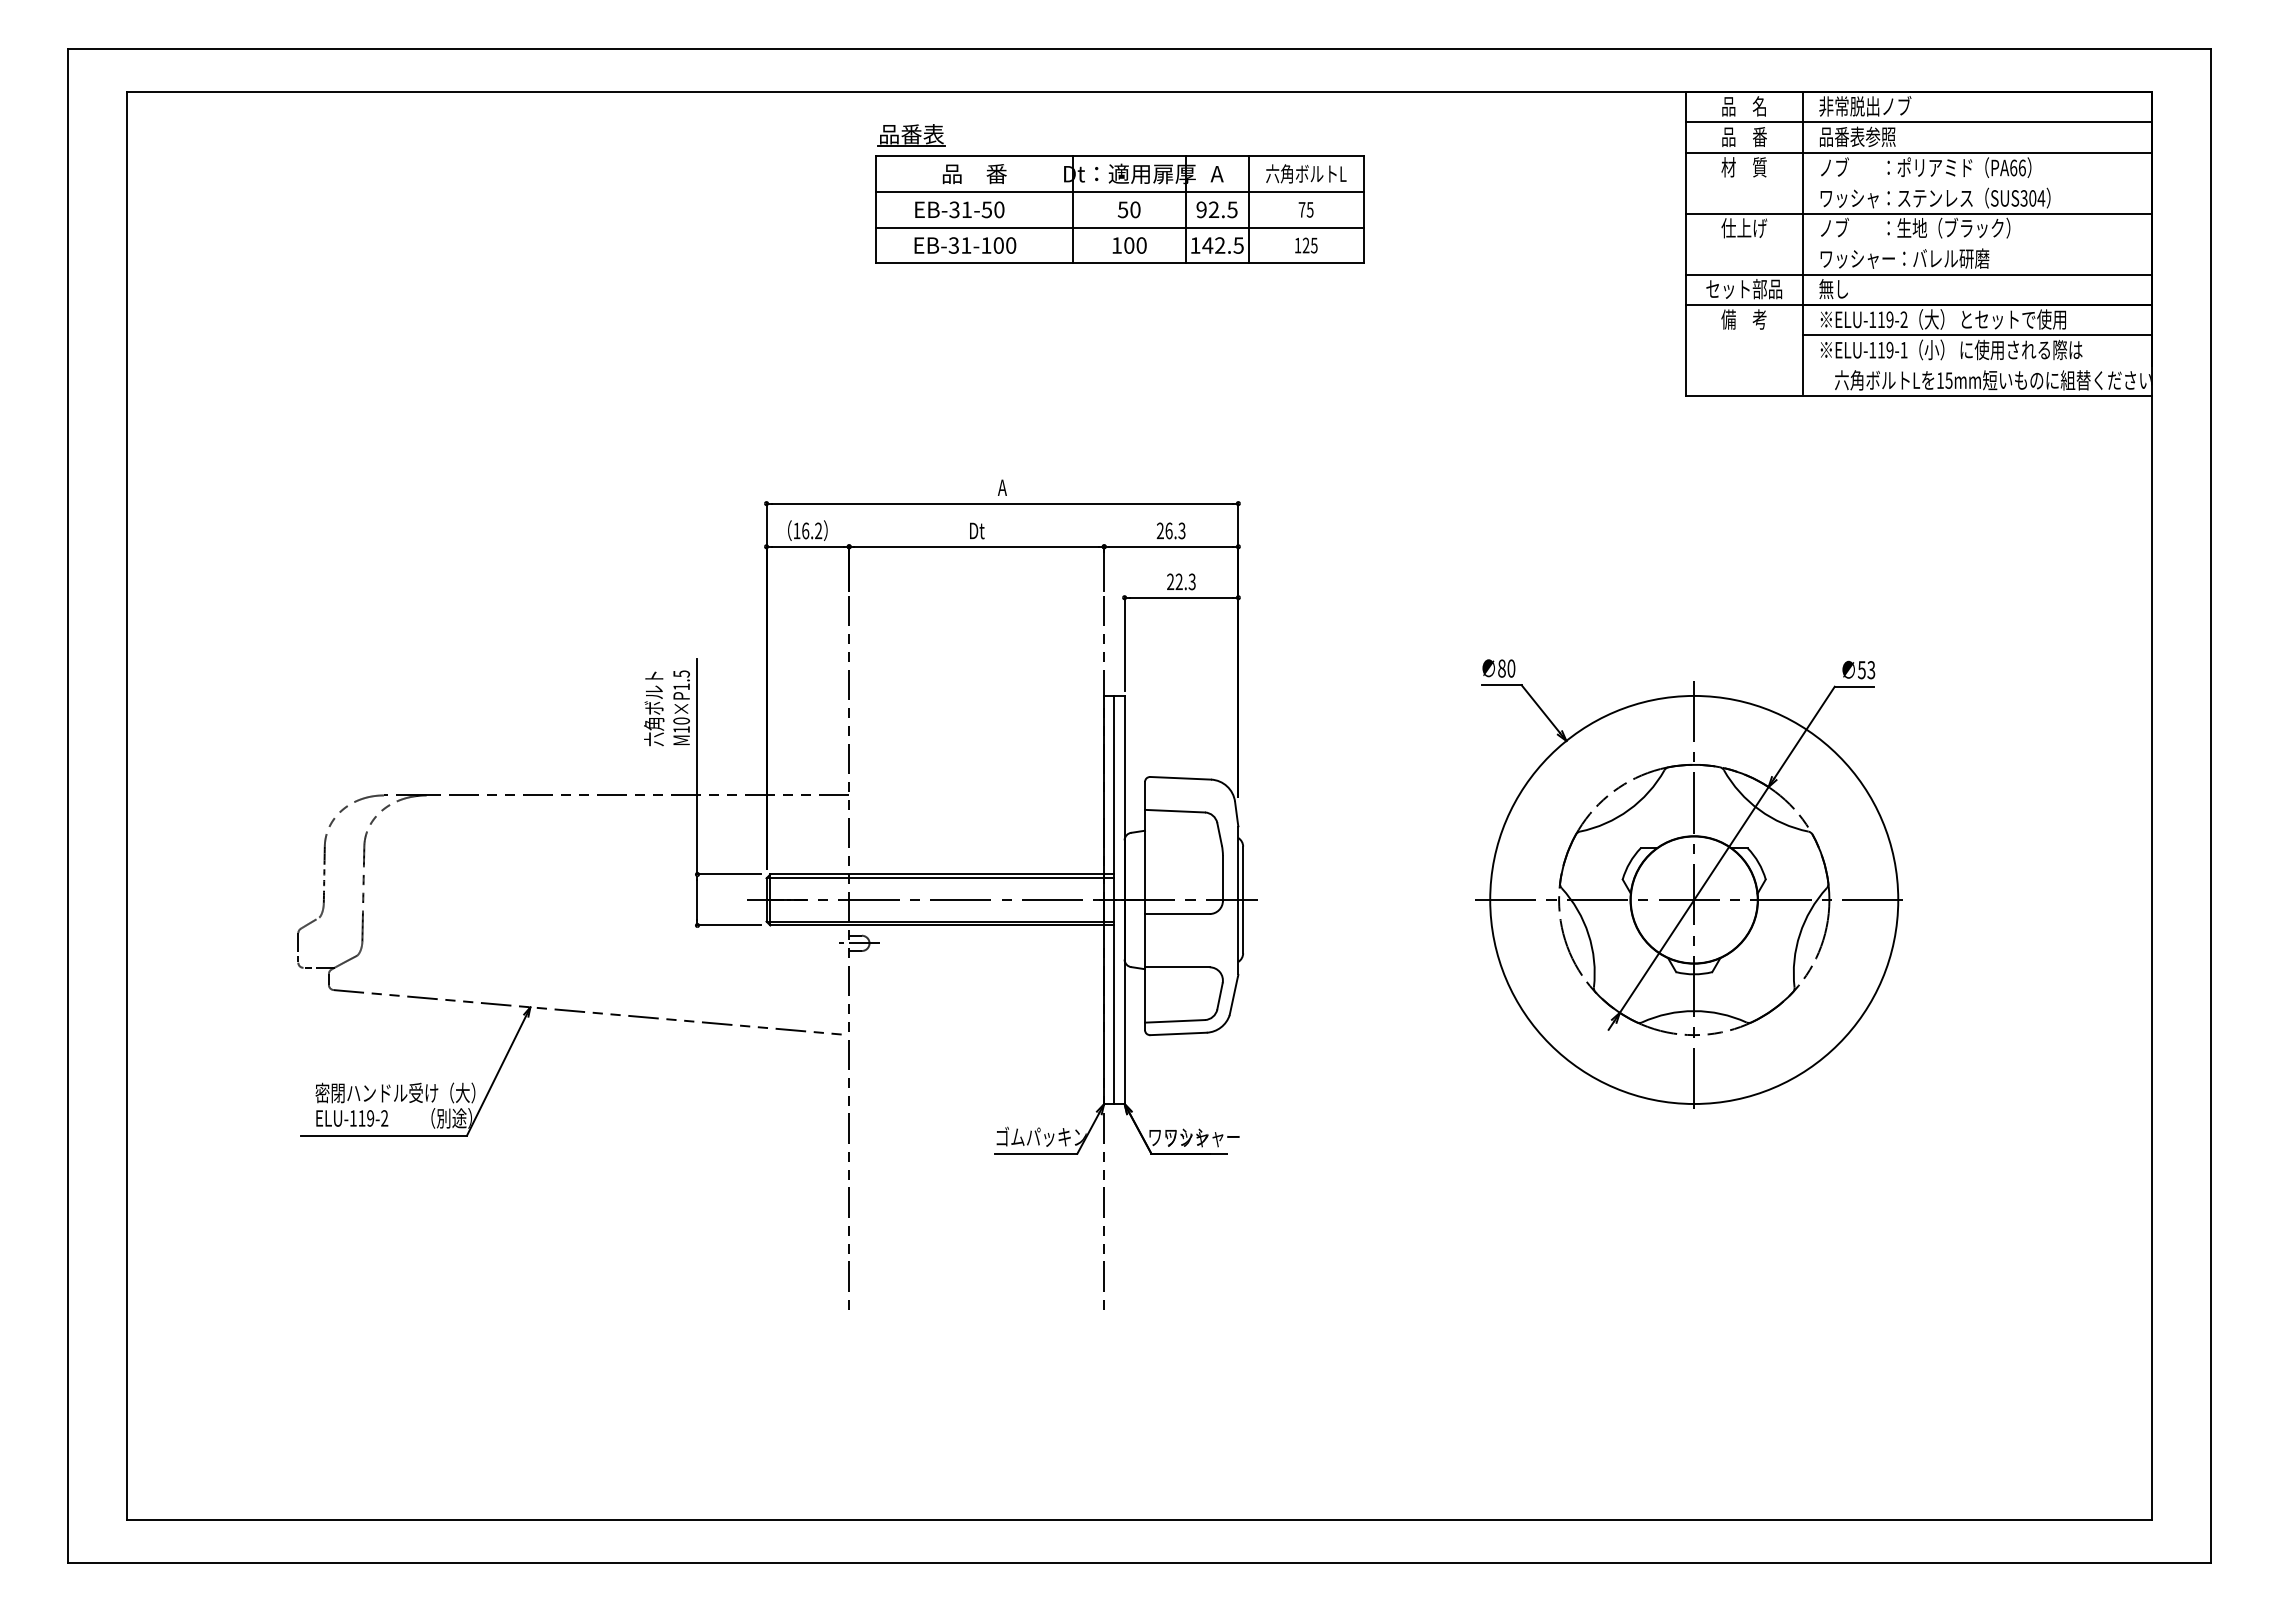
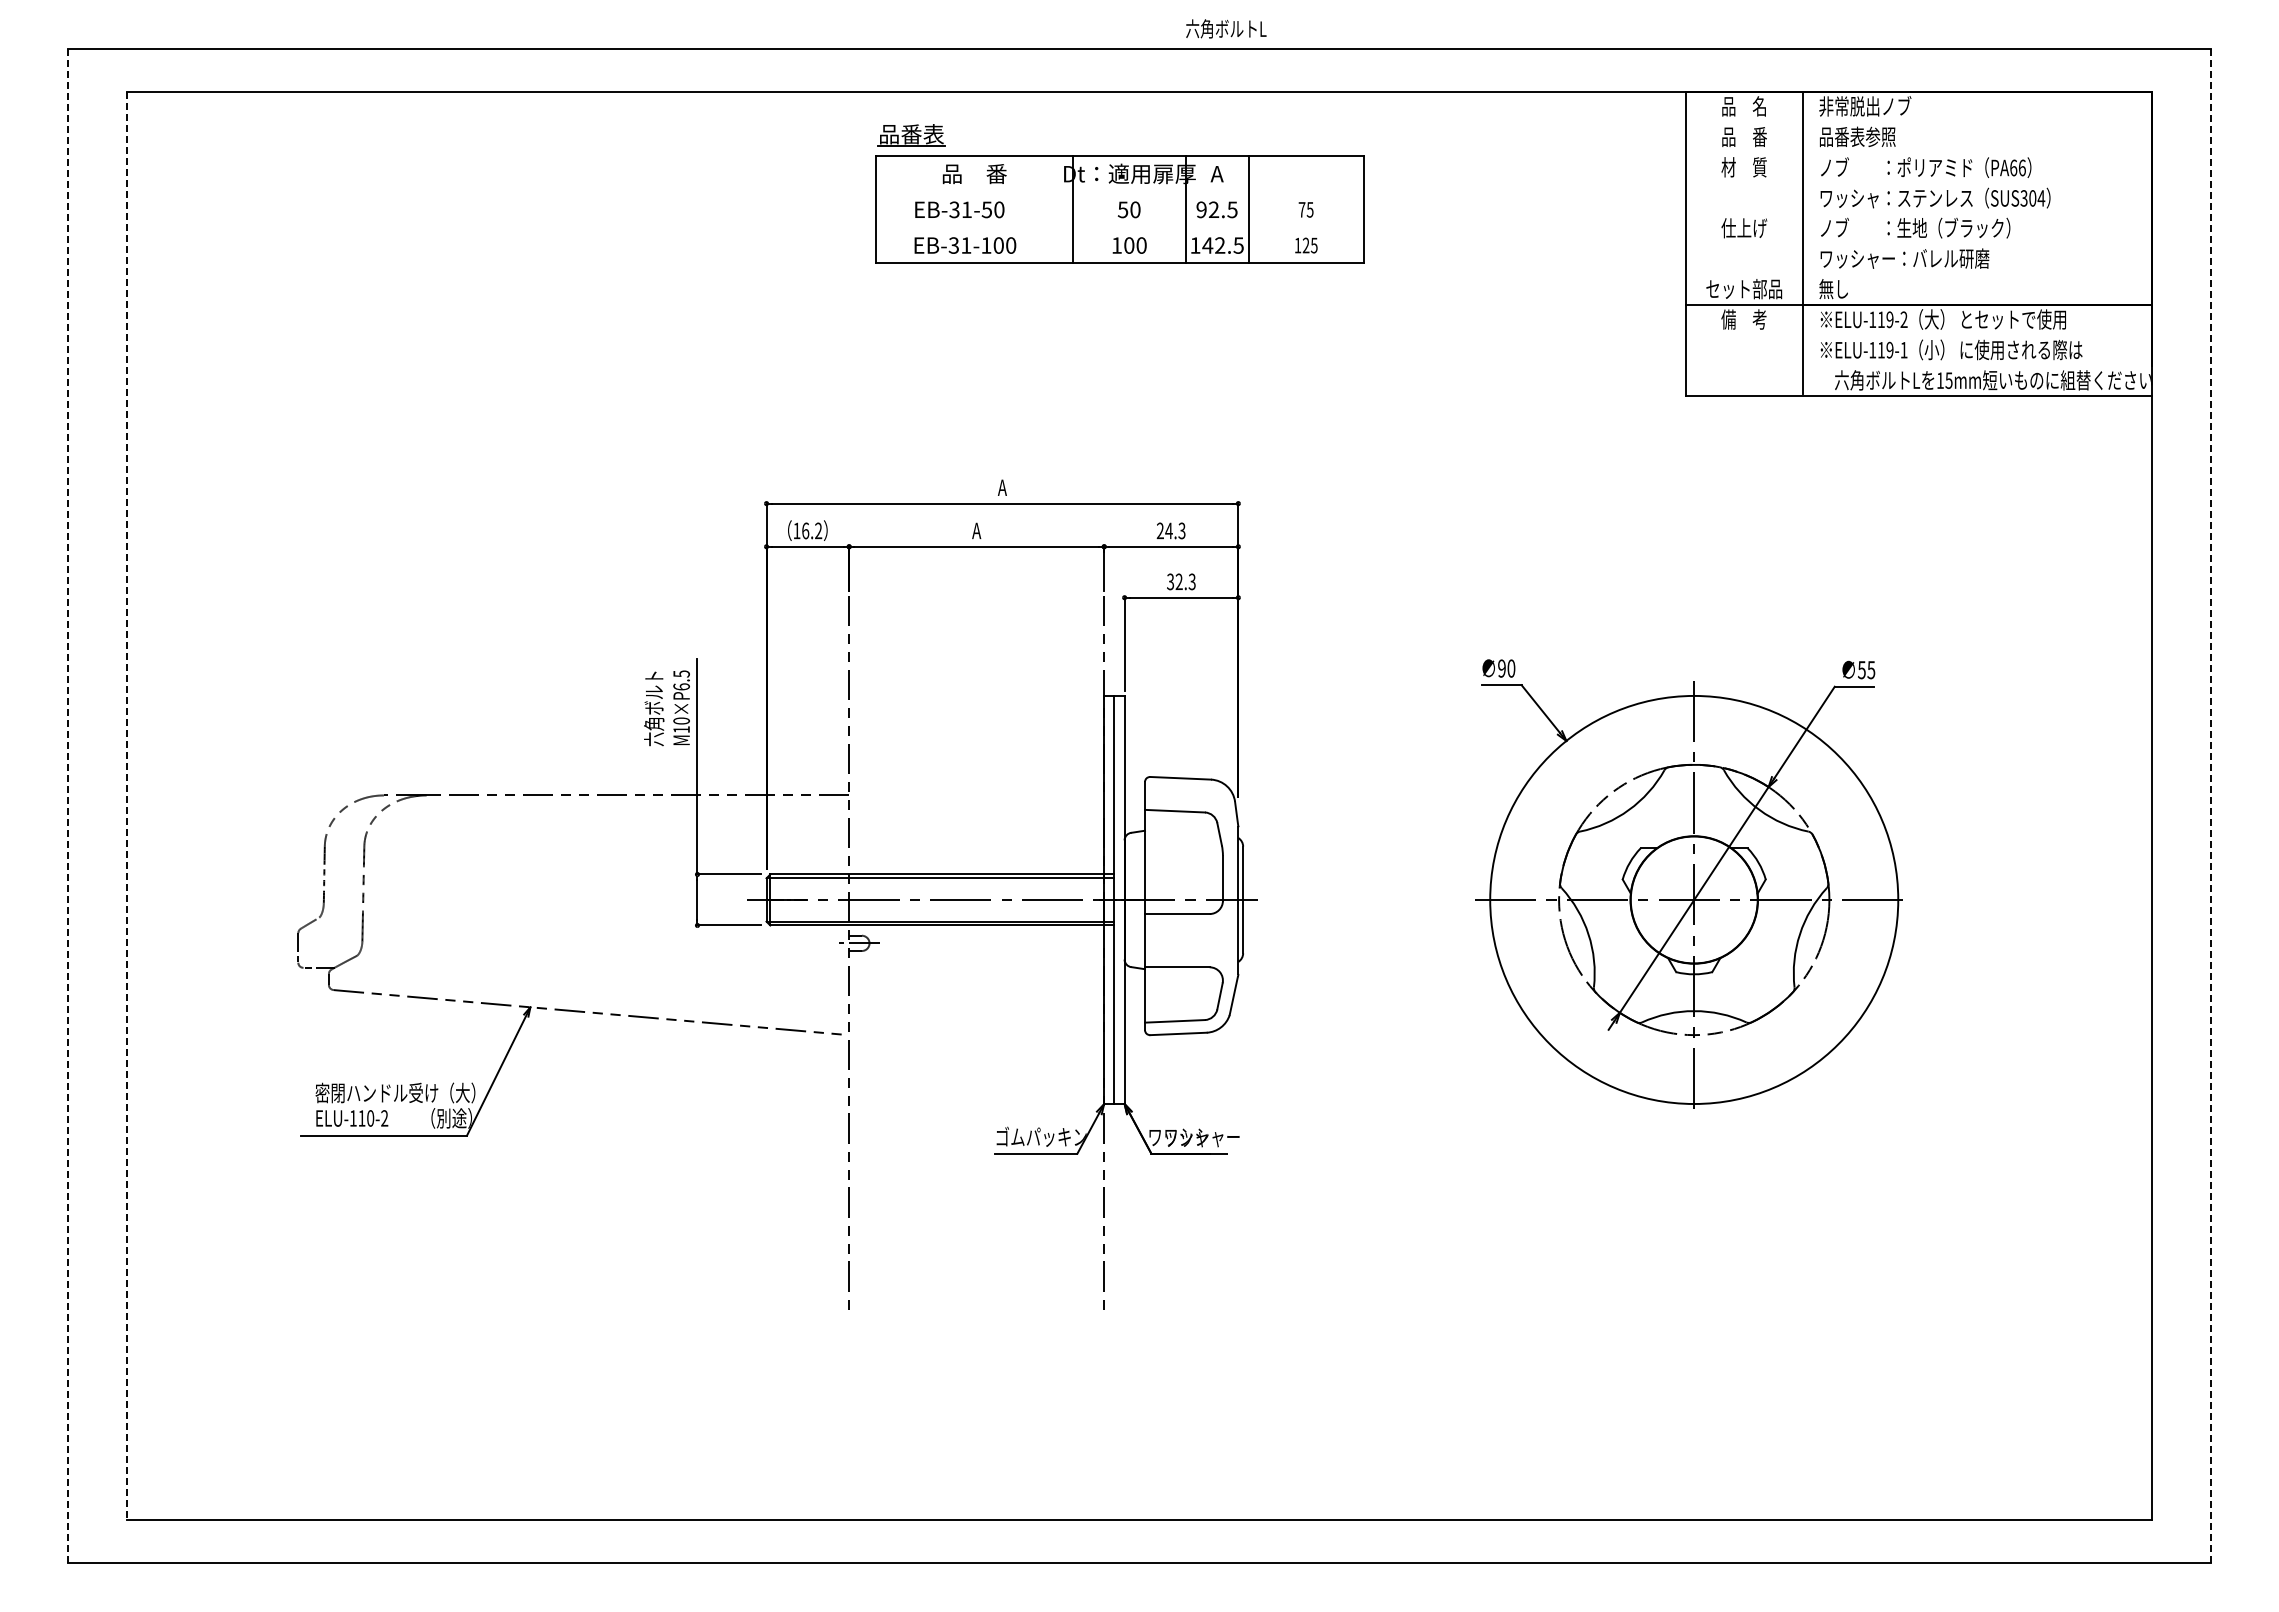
line at (1918, 122): present -> none
line at (1918, 152): present -> none
text at (1306, 173) position: (1306, 173) -> (1226, 28)
line at (1119, 192): present -> none
line at (1918, 213): present -> none
line at (1119, 227): present -> none
line at (1918, 274): present -> none
line at (1976, 335): present -> none
text at (977, 530): Dt -> A
text at (1168, 530): 26.3 -> 24.3
text at (1170, 582): 22.3 -> 32.3
text at (1501, 668): 80 -> 90
text at (1871, 669): 53 -> 55
text at (681, 686): M10×P1.5 -> M10×P6.5
line at (2210, 805): solid -> dashed
line at (68, 806): solid -> dashed
line at (127, 806): solid -> dashed
text at (370, 1118): ELU-119-2 -> ELU-110-2
